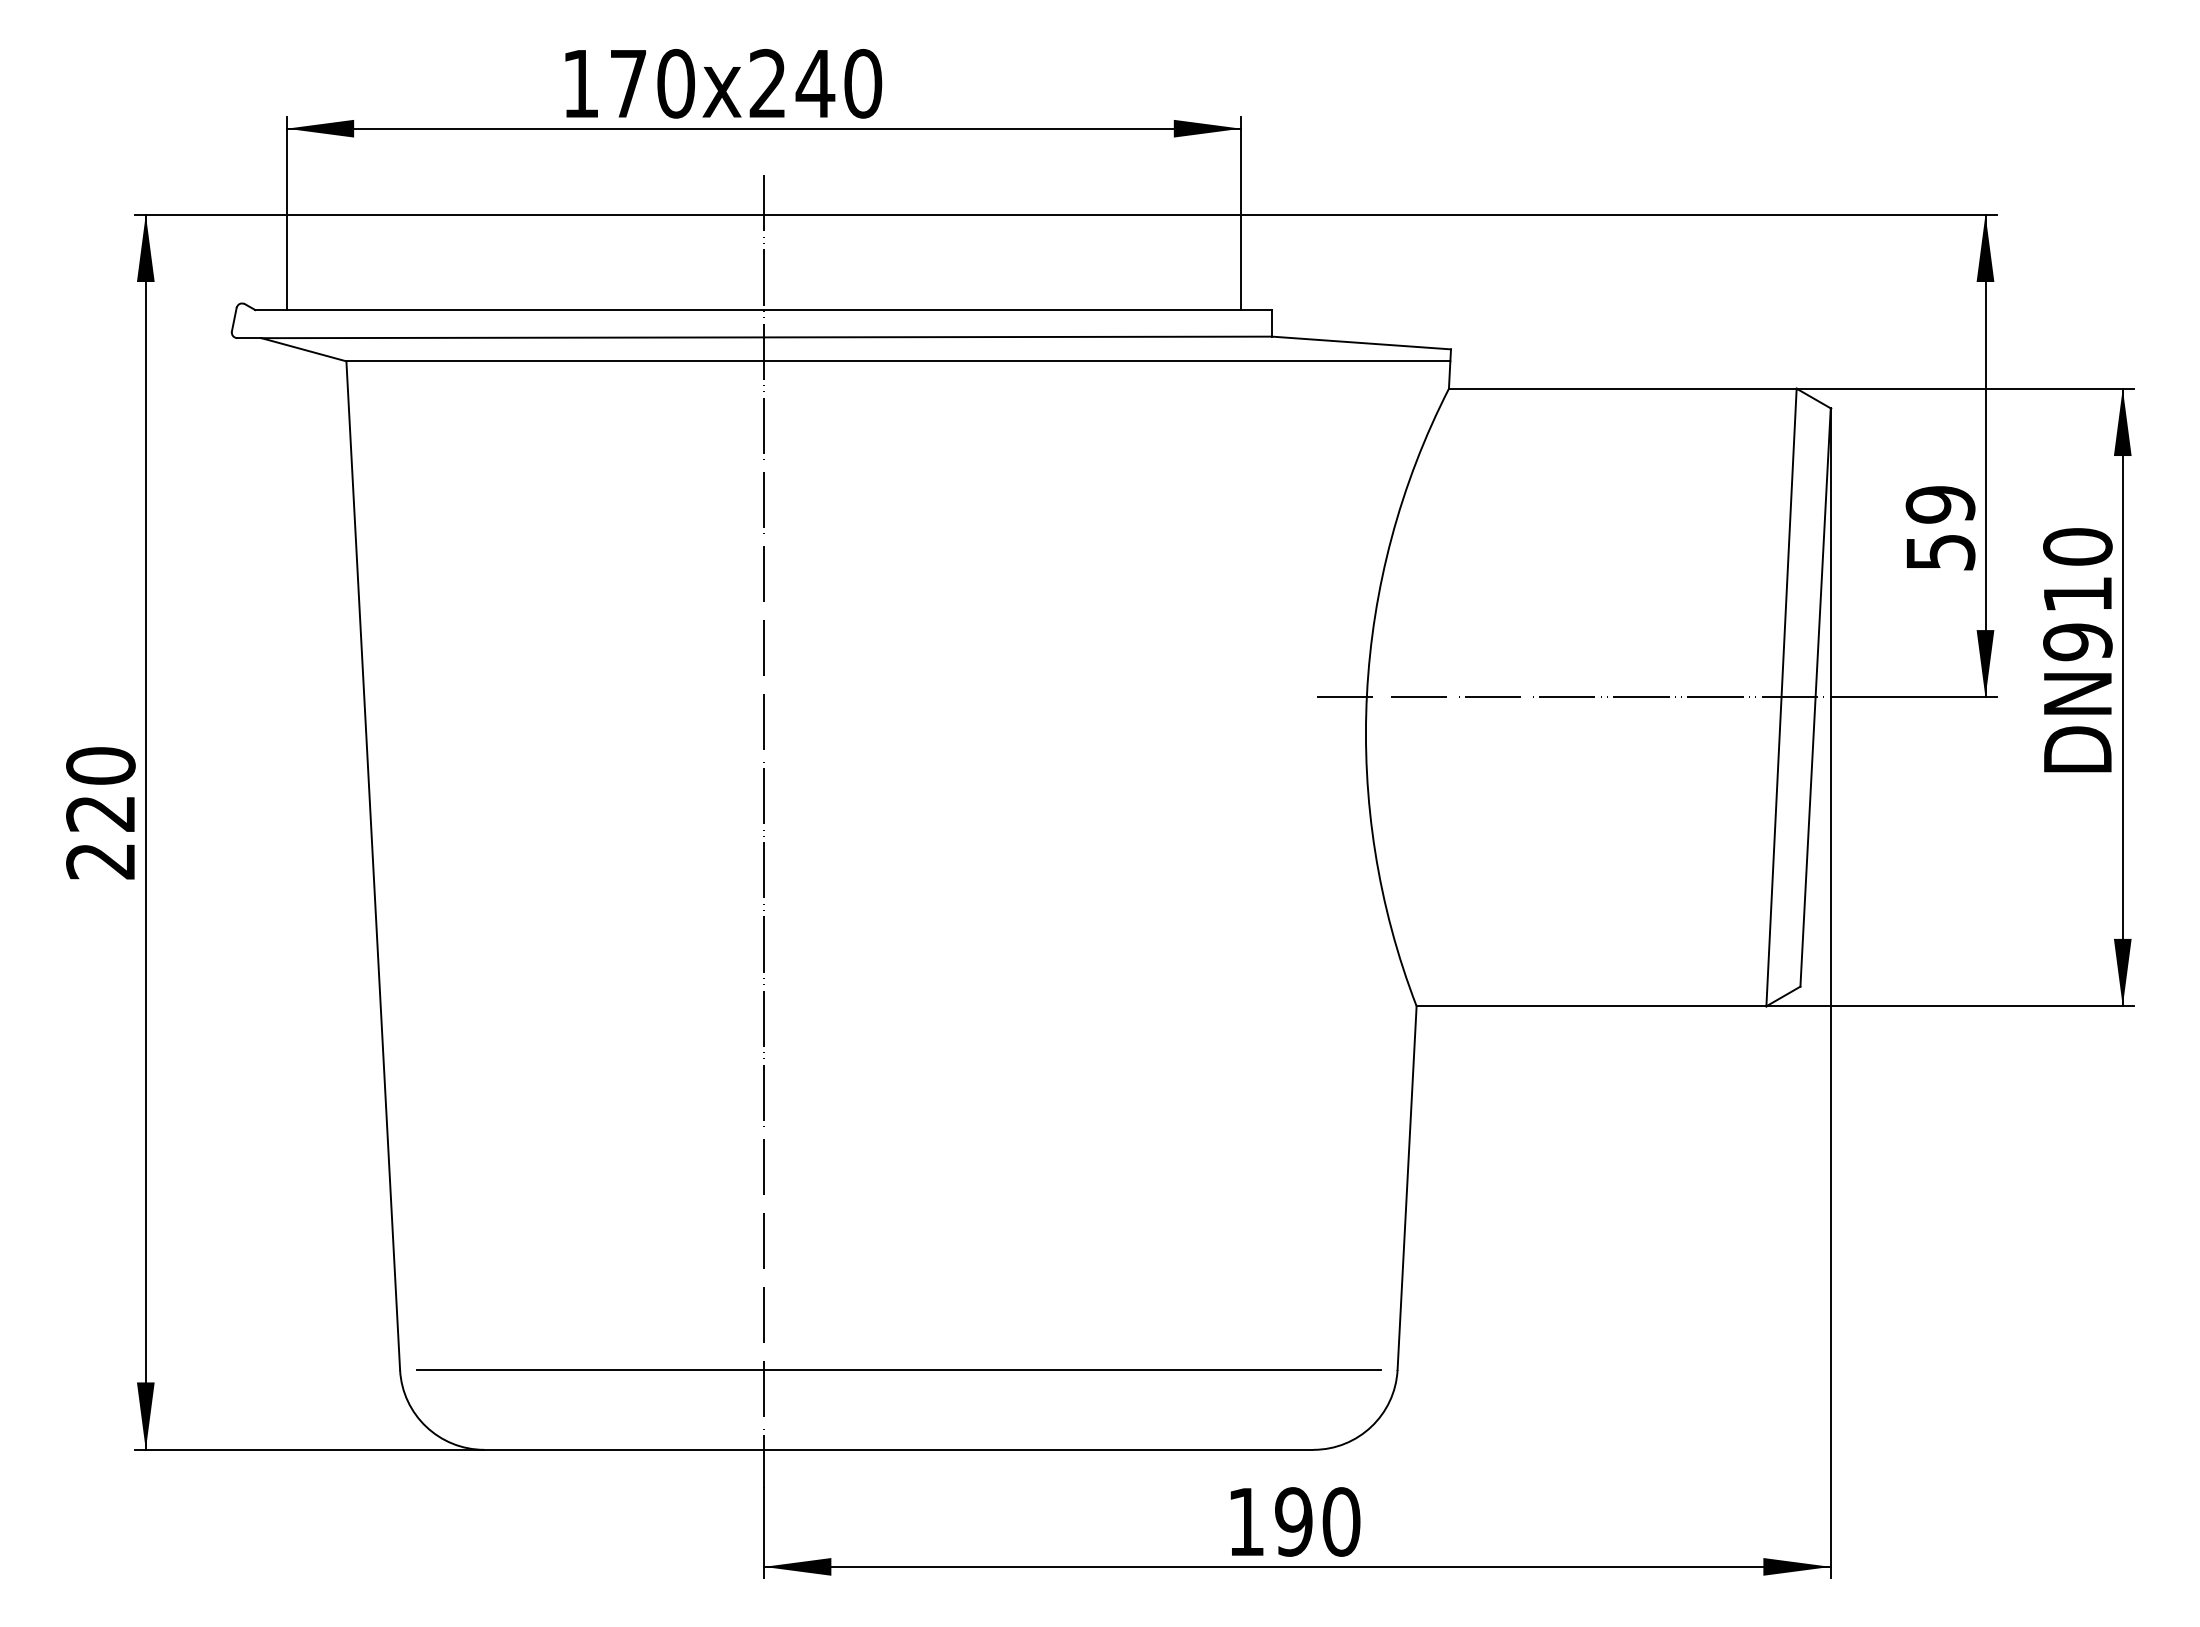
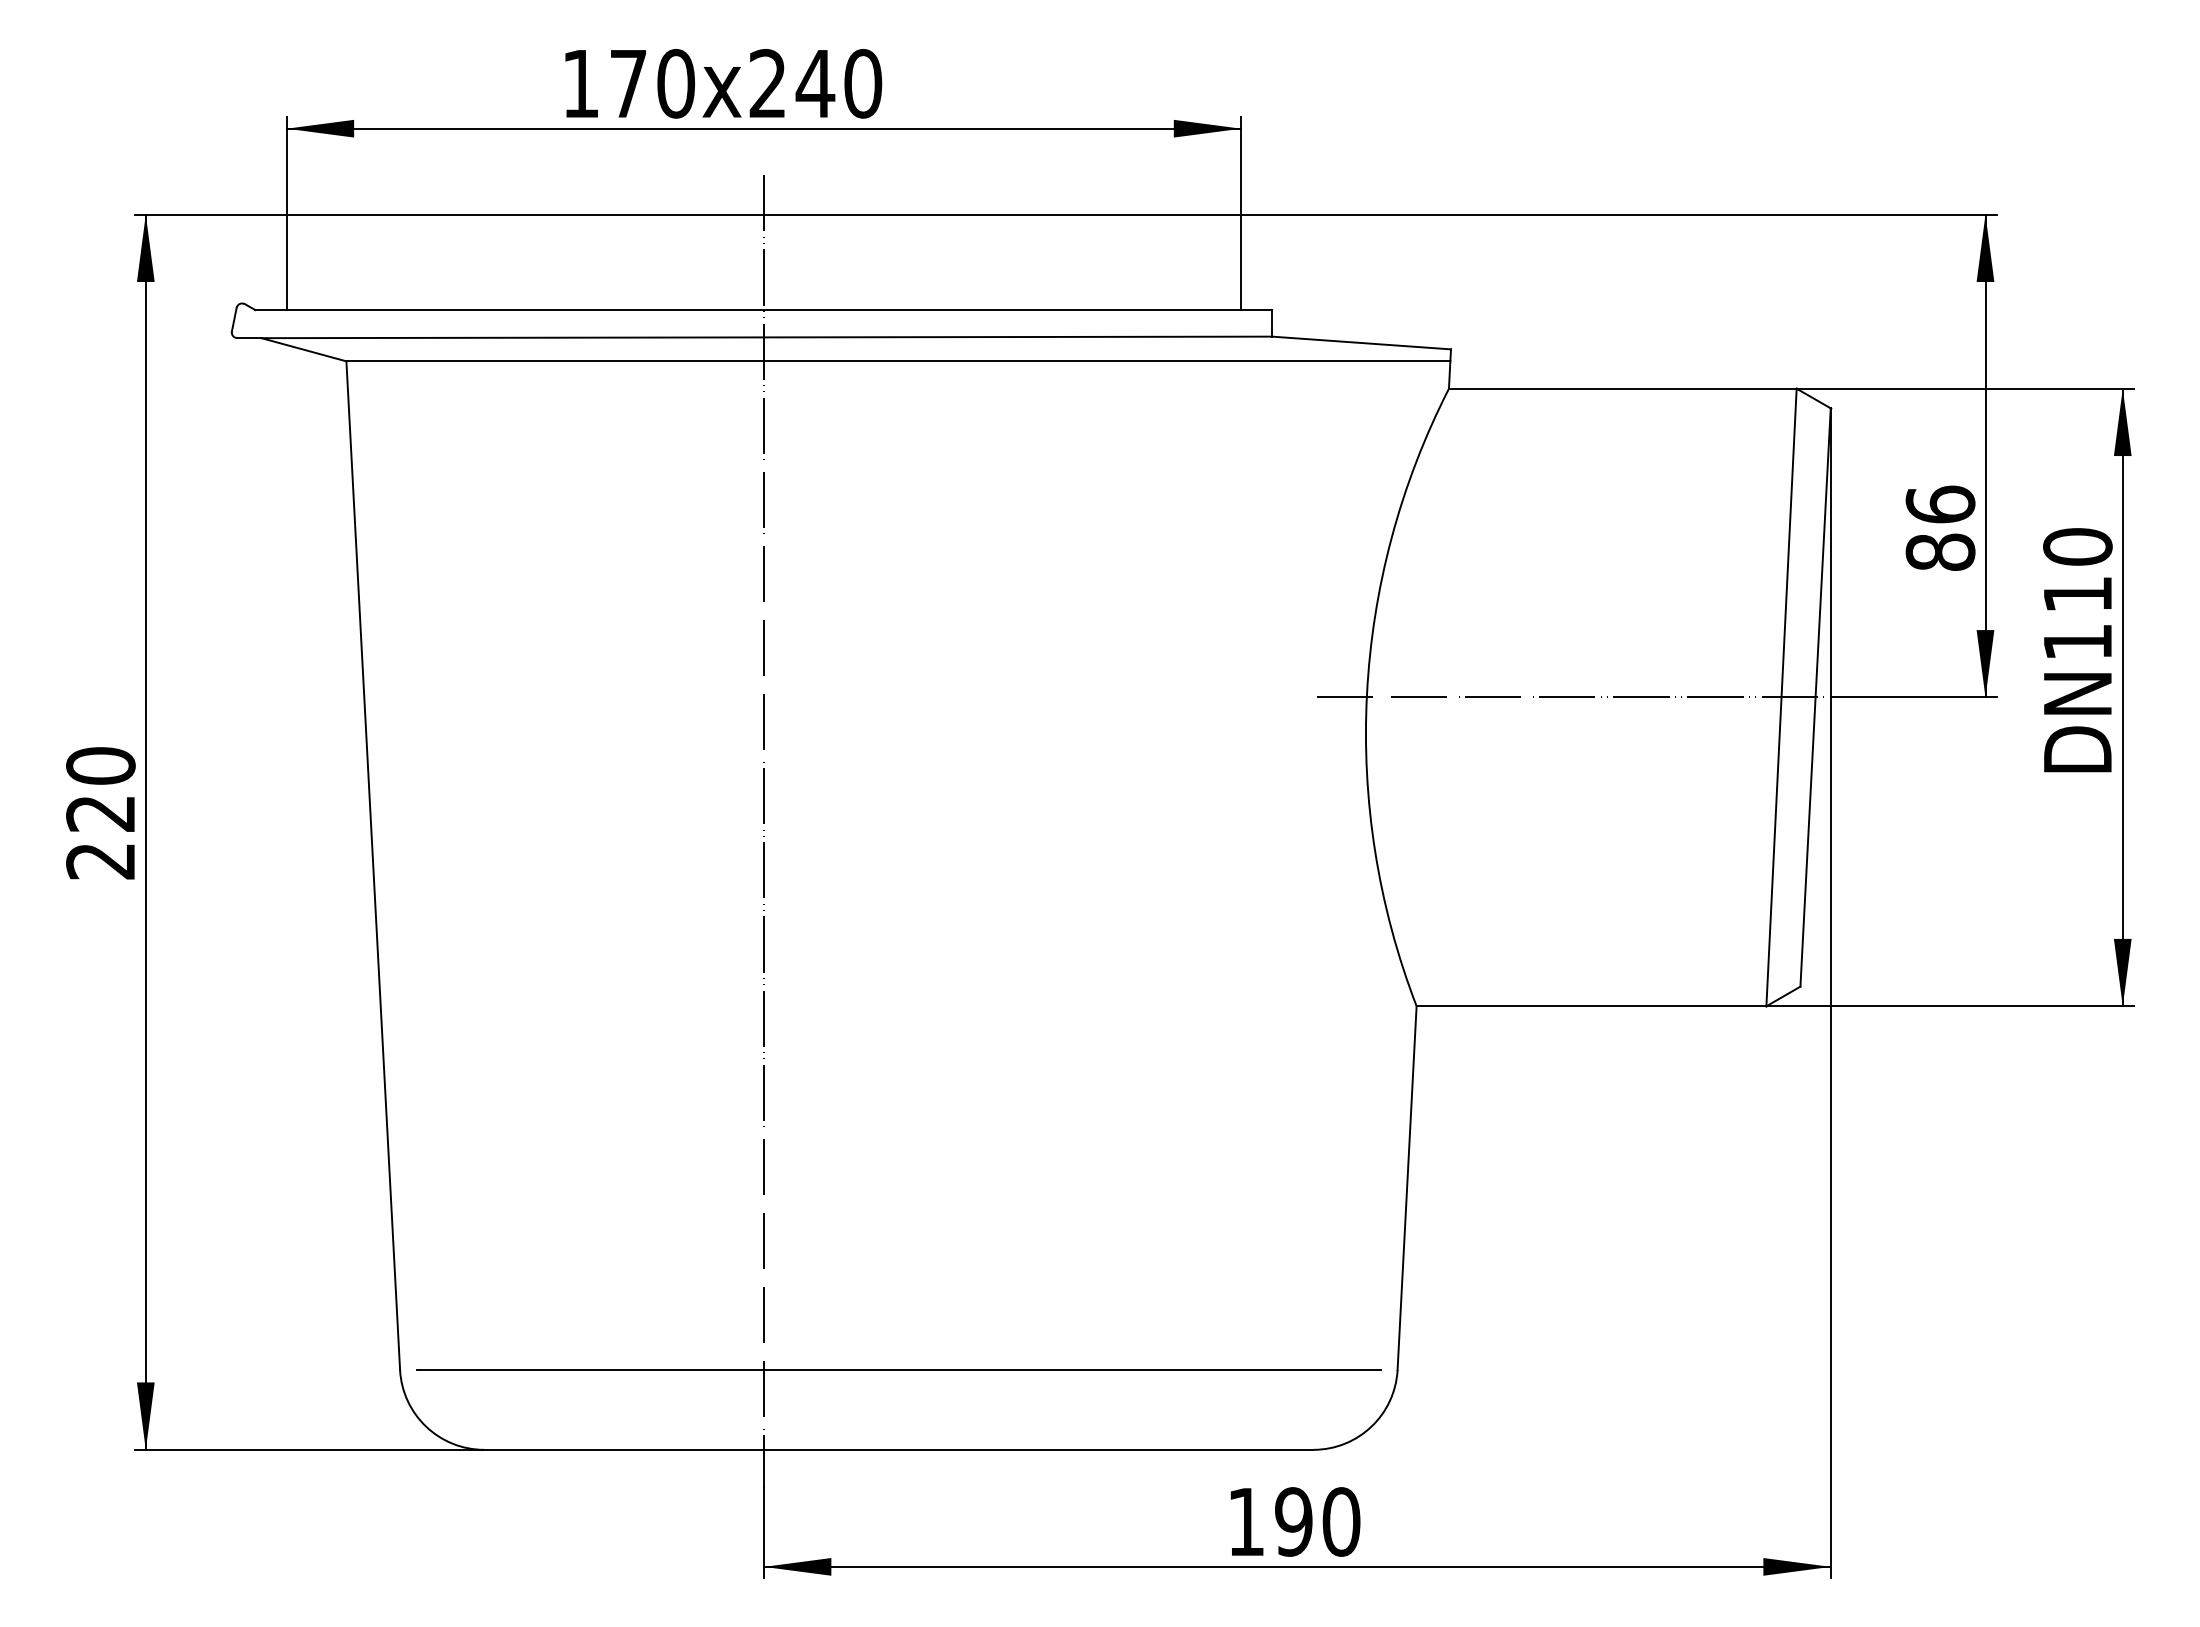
text at (1940, 527): 59 -> 86
text at (2077, 642): 910 -> 110
